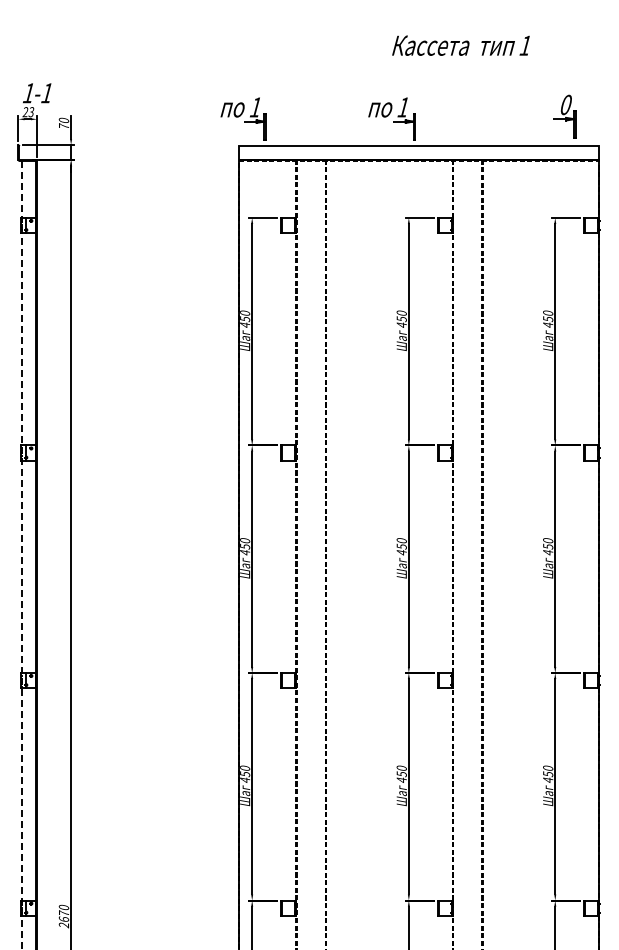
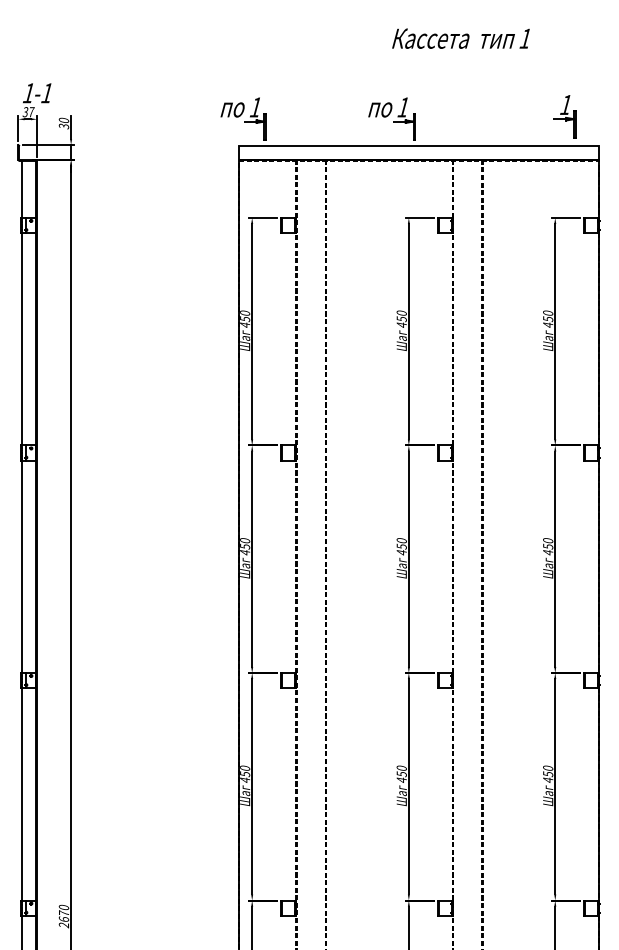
text at (460, 45) position: (460, 45) -> (460, 38)
text at (565, 104): 0 -> 1
text at (28, 112): 23 -> 37
text at (63, 126): 70 -> 30
line at (21, 555): dashed -> solid
